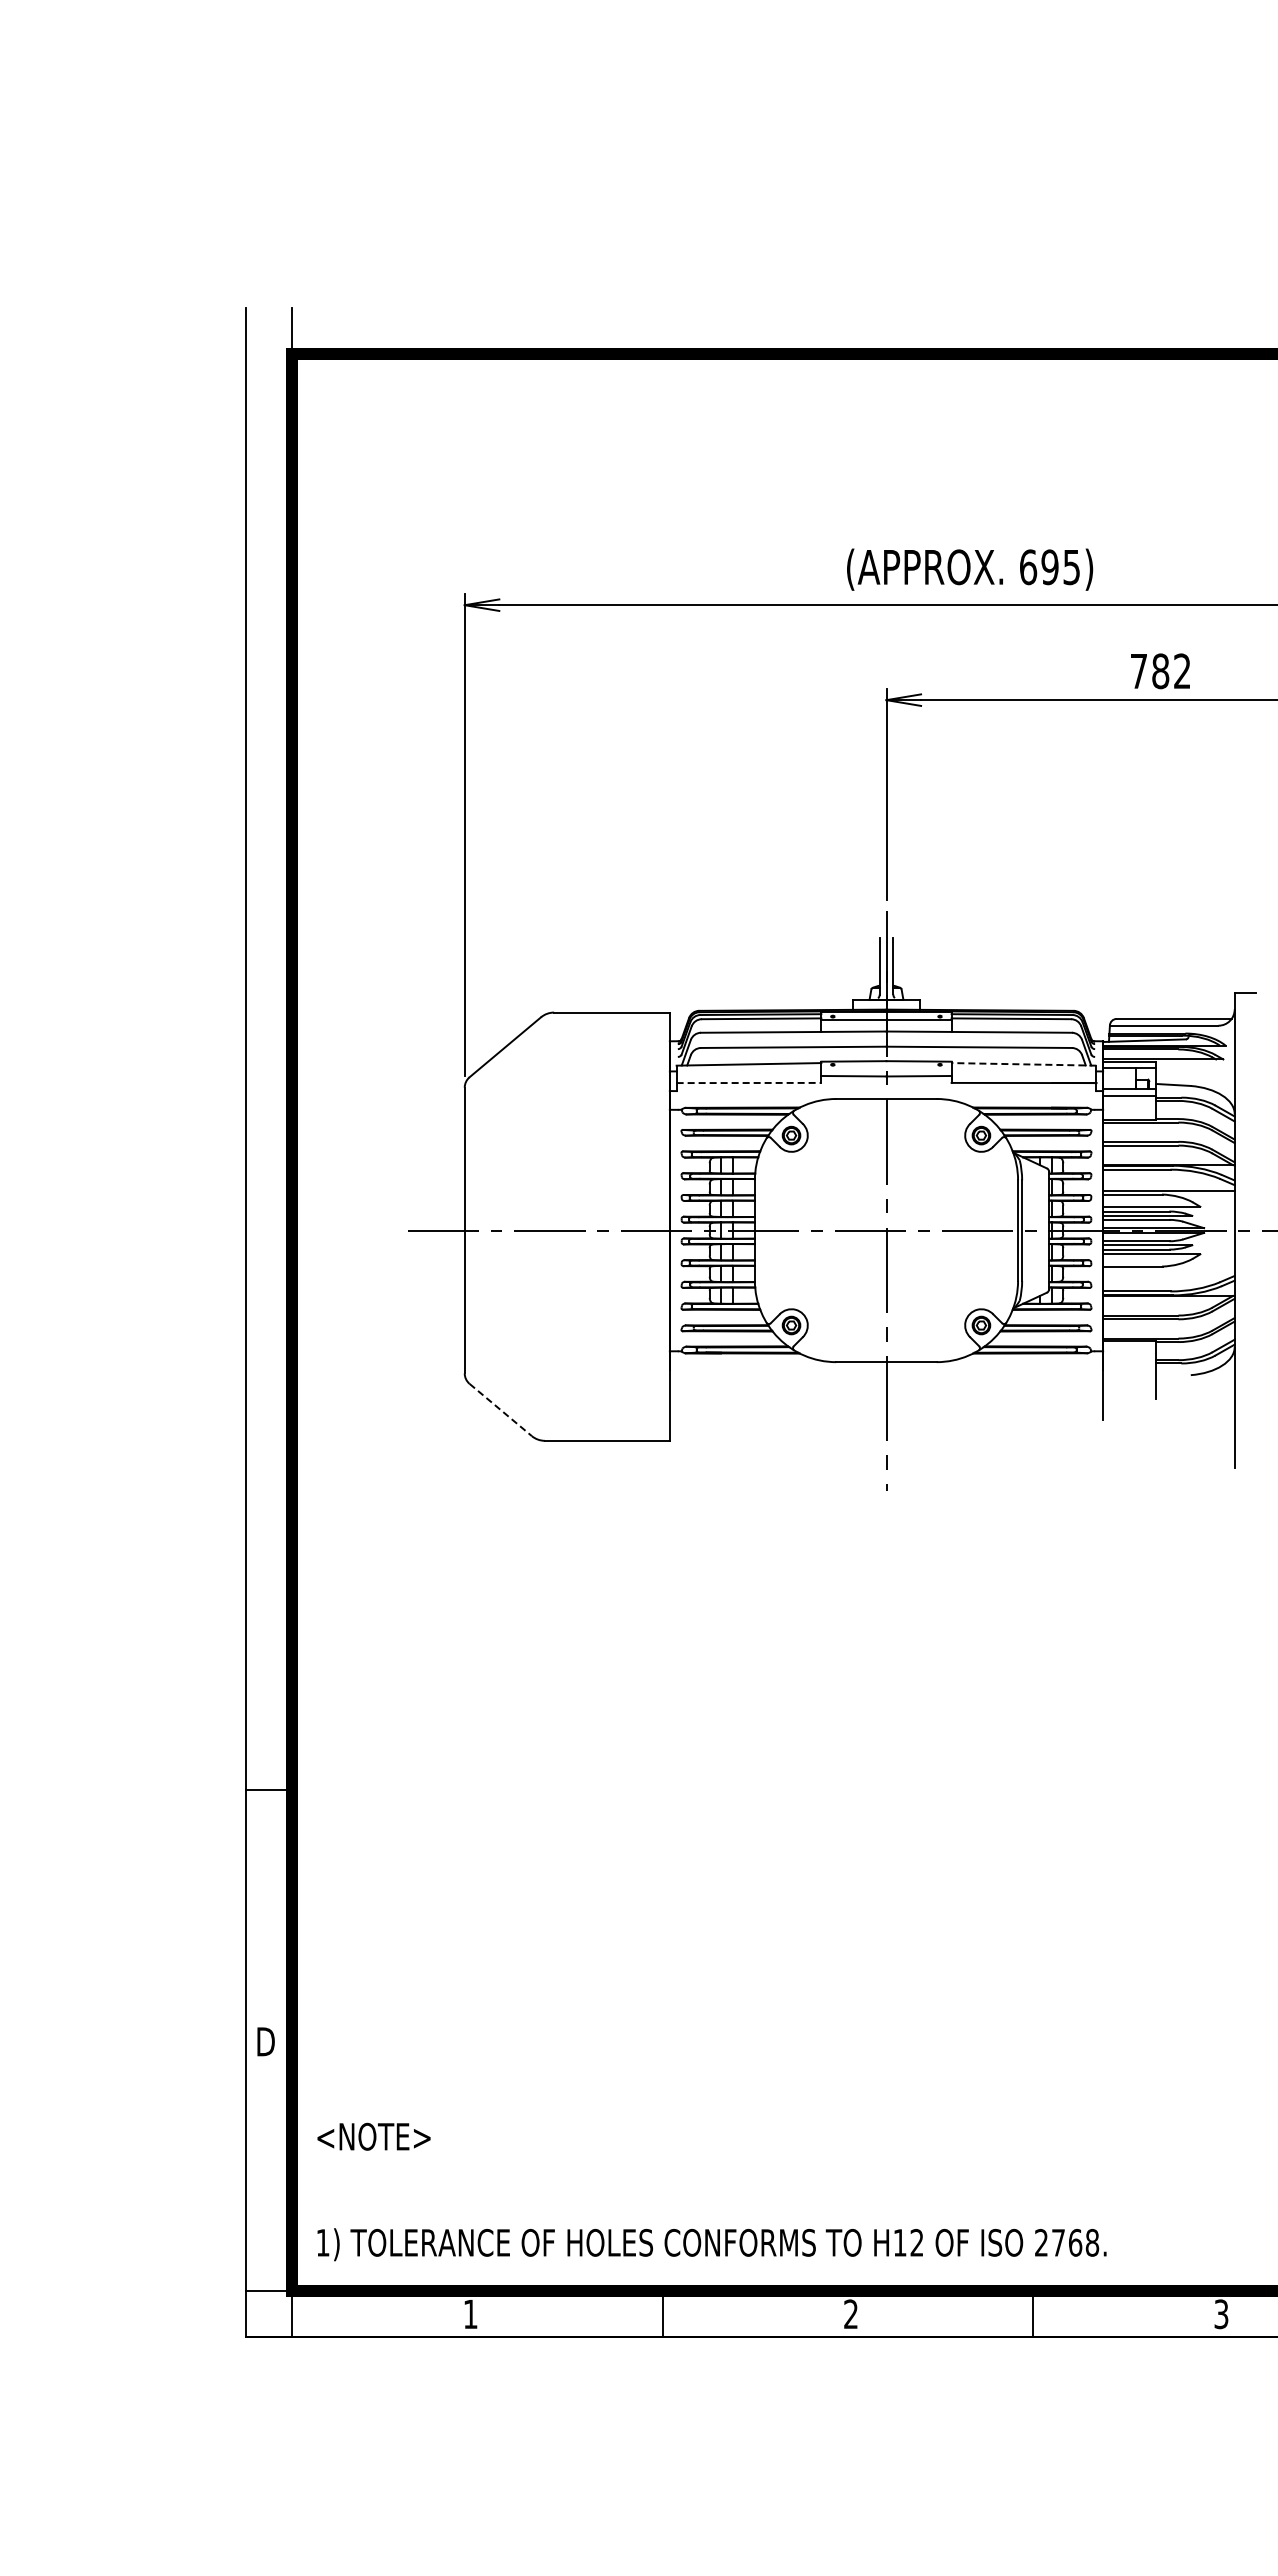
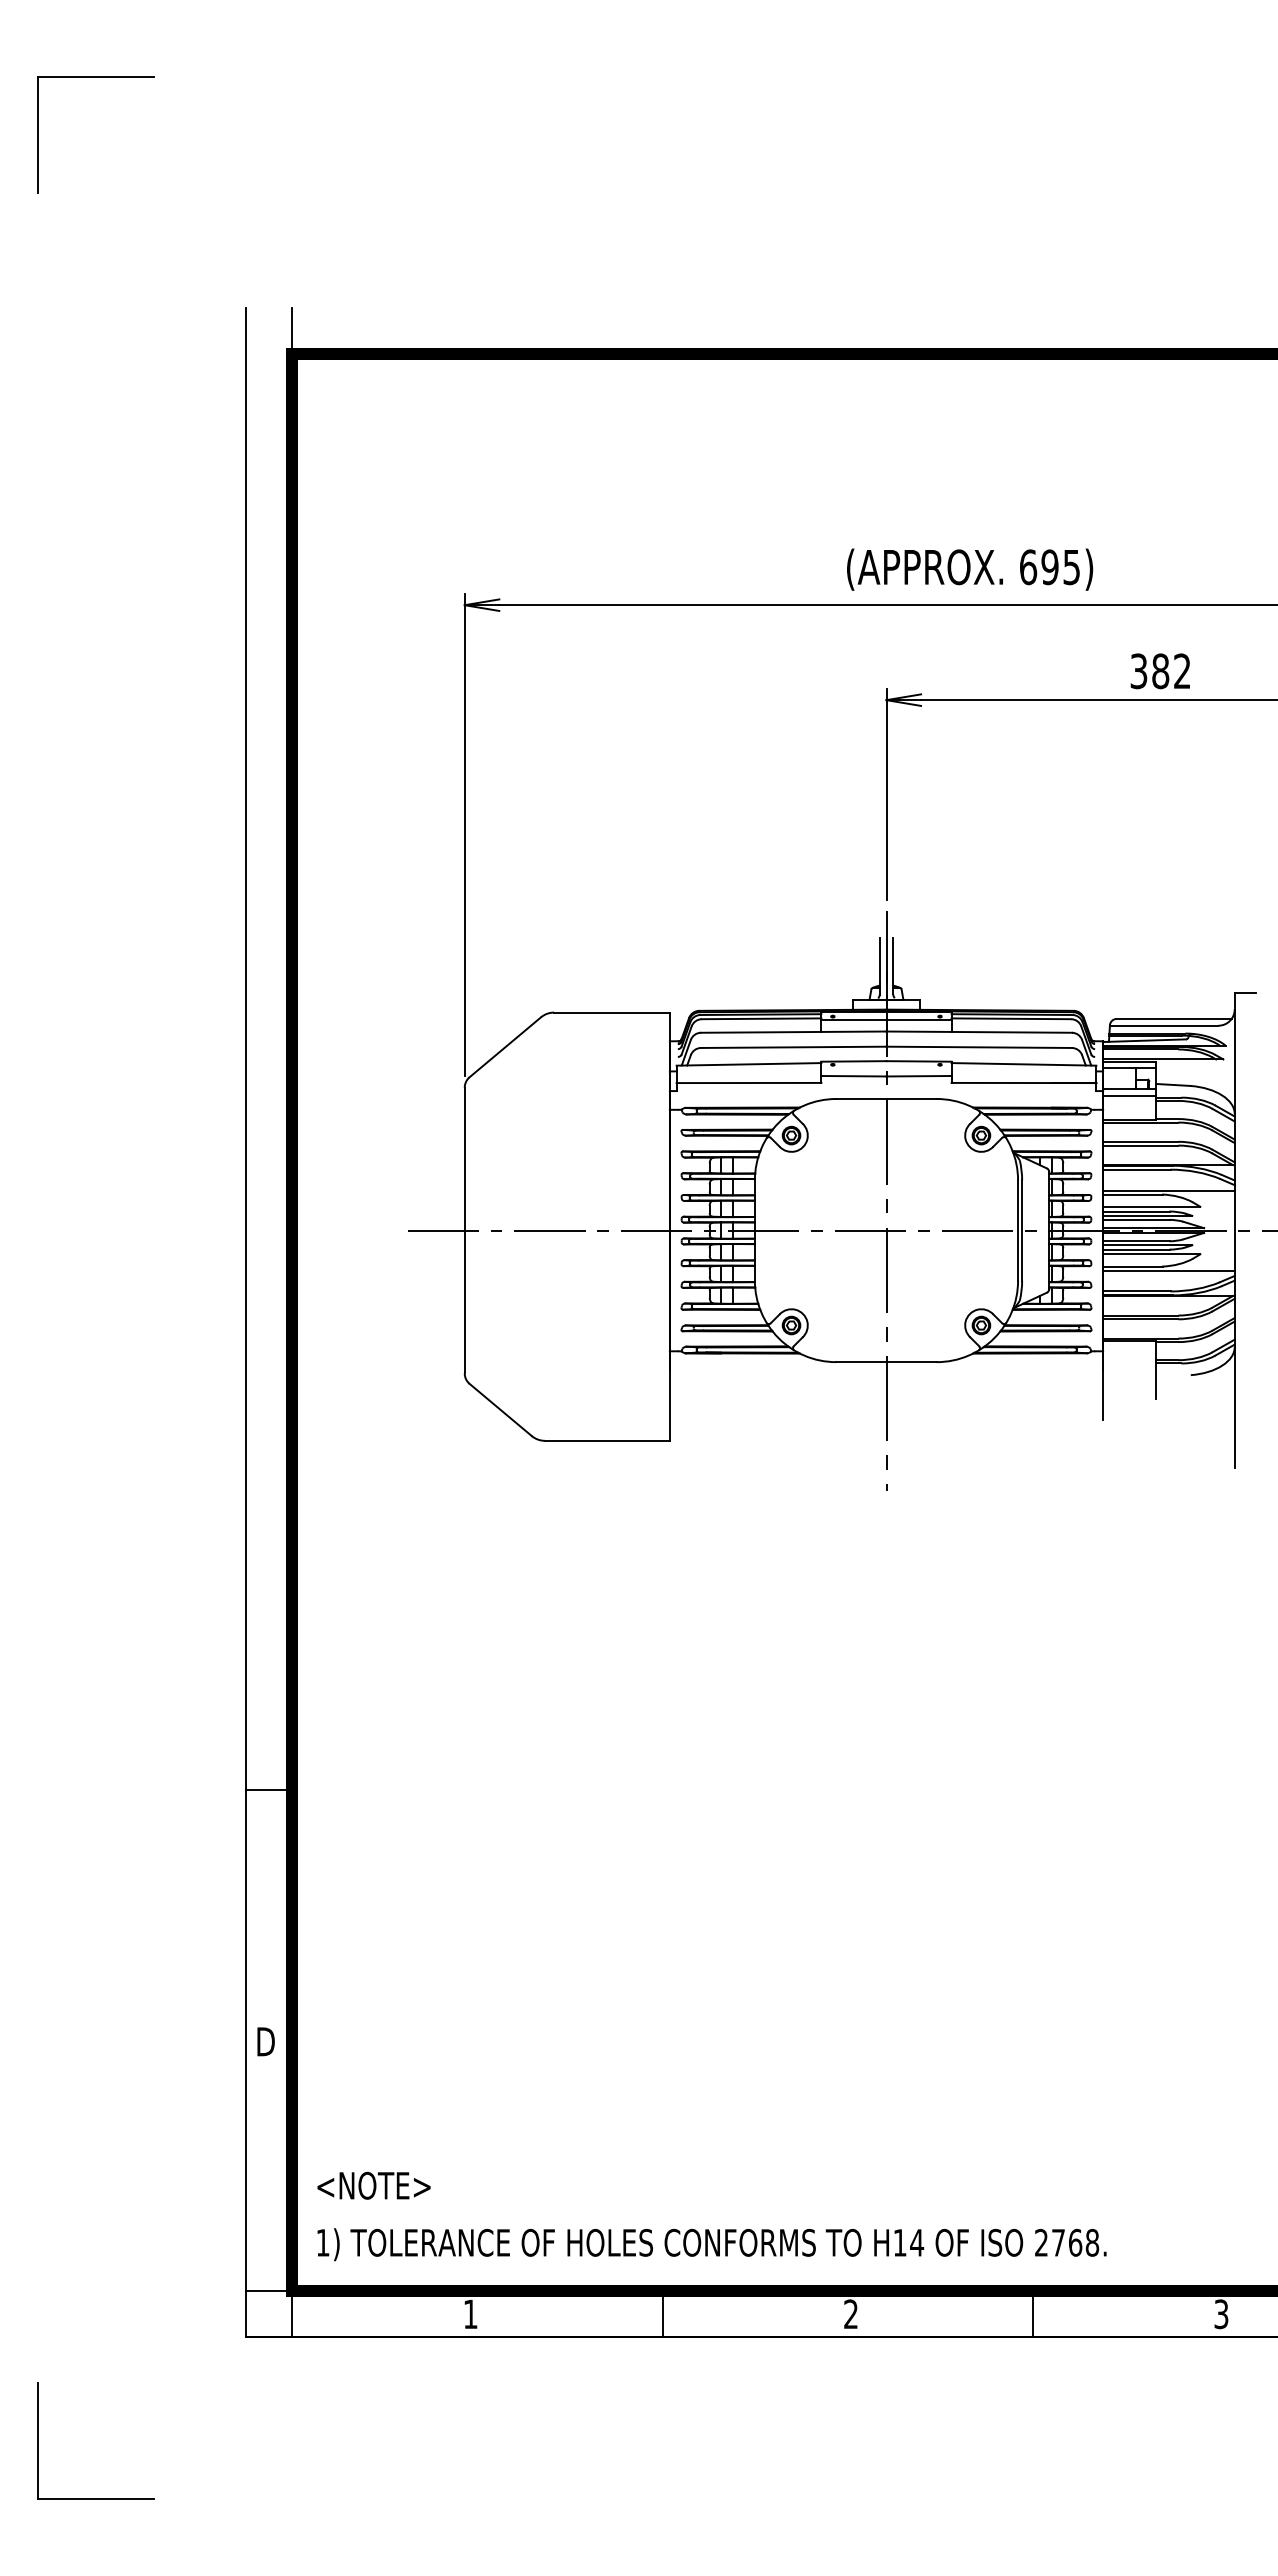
part at (95, 77): none -> present
text at (1138, 671): 782 -> 382
line at (1023, 1064): dashed -> solid
line at (749, 1083): dashed -> solid
line at (1168, 1270): none -> present
line at (500, 1409): dashed -> solid
text at (373, 2136) position: (373, 2136) -> (373, 2185)
text at (917, 2242): H12 -> H14
part at (38, 2440): none -> present
